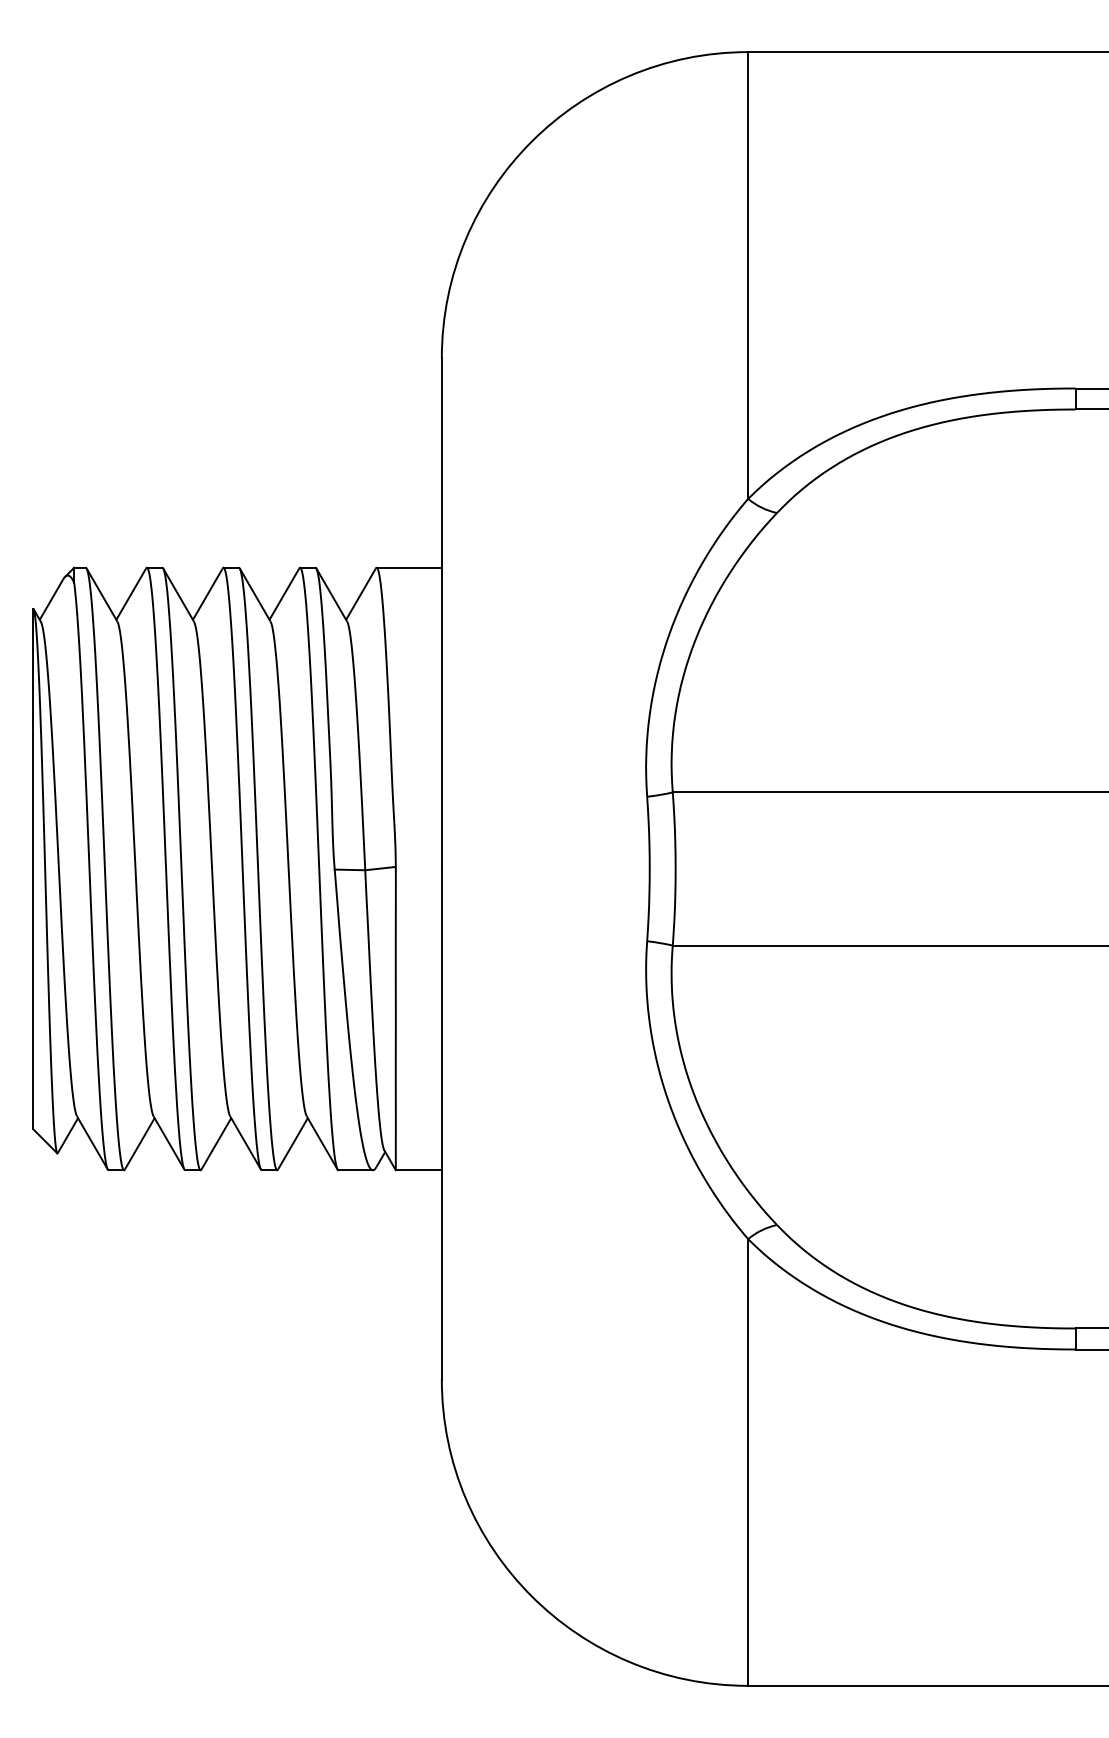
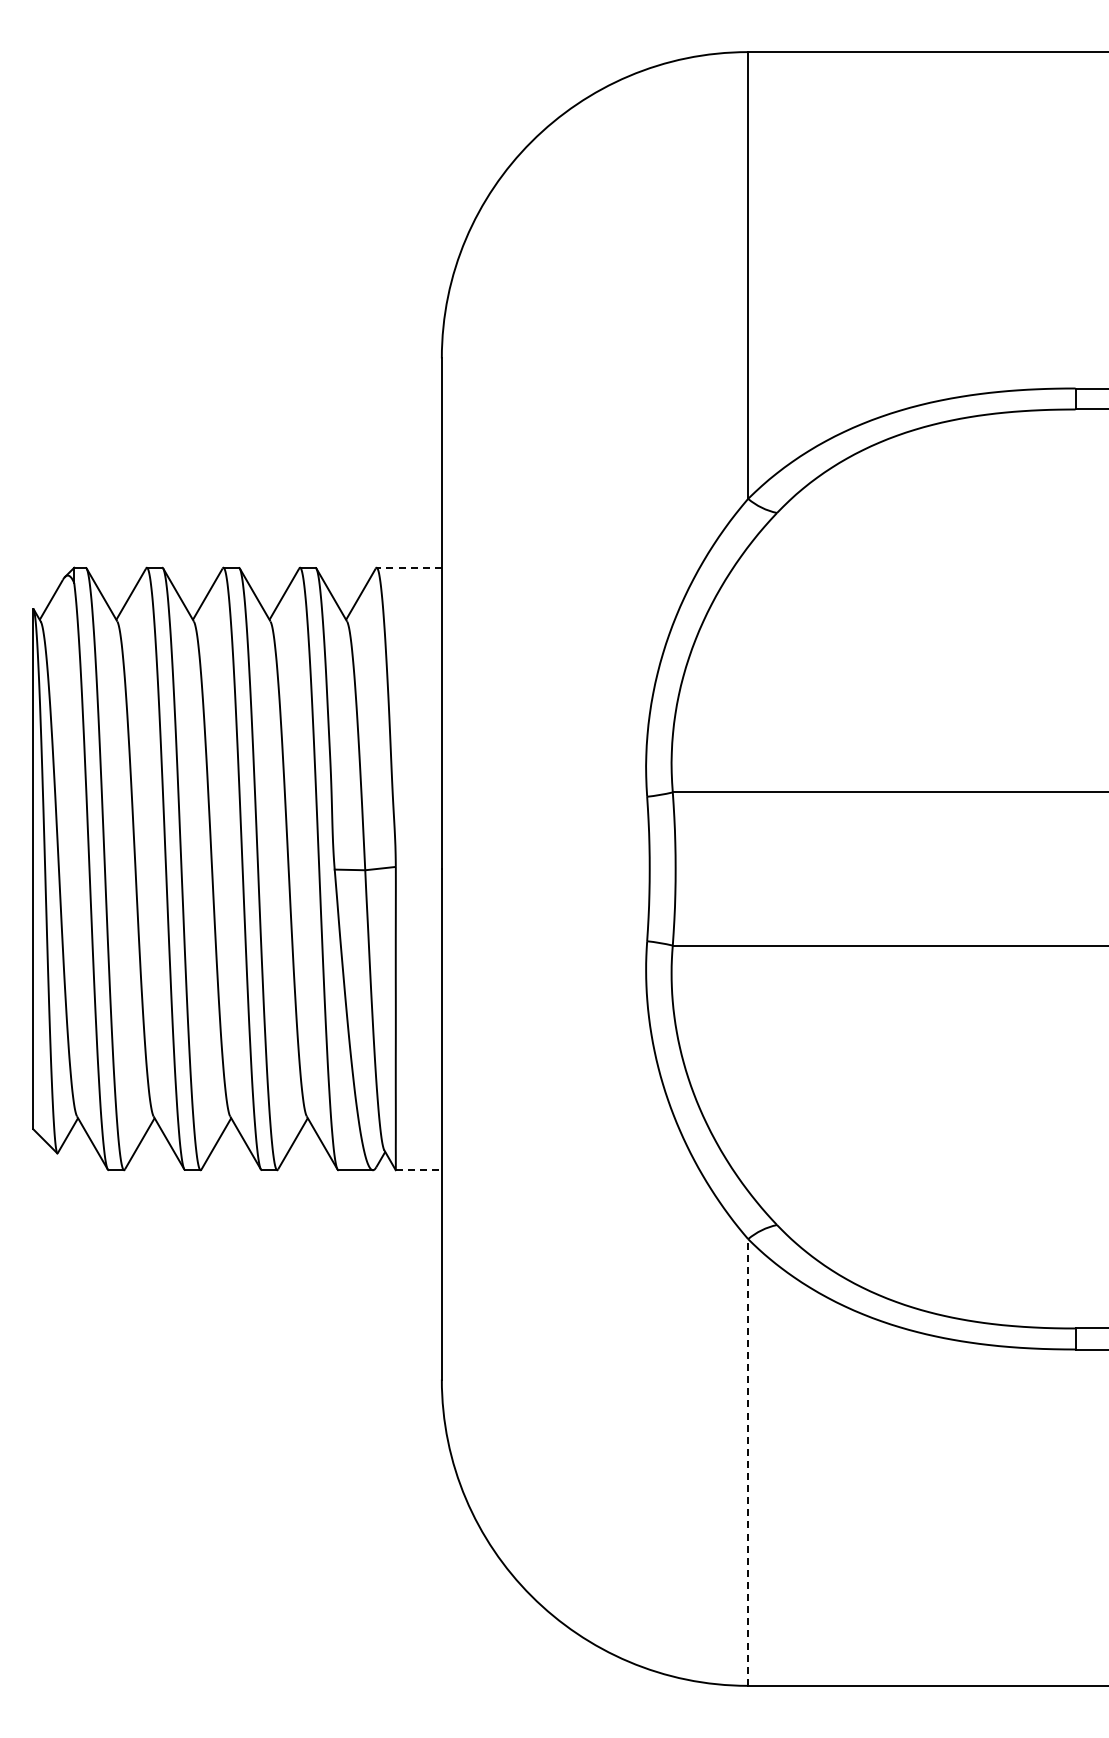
line at (409, 567): solid -> dashed
line at (419, 1170): solid -> dashed
line at (748, 1461): solid -> dashed
